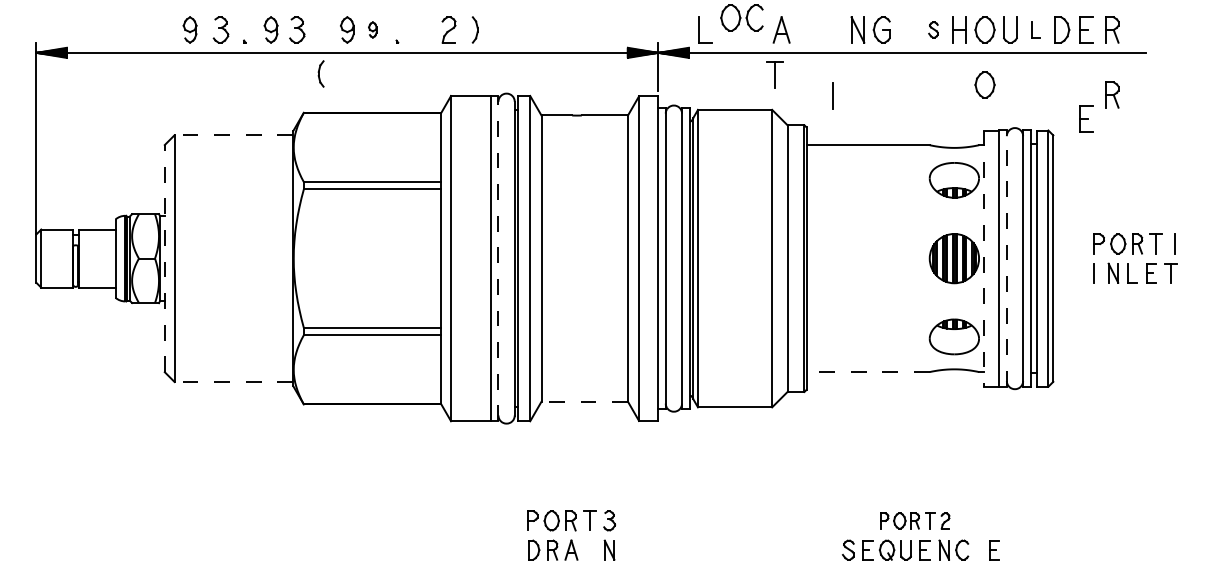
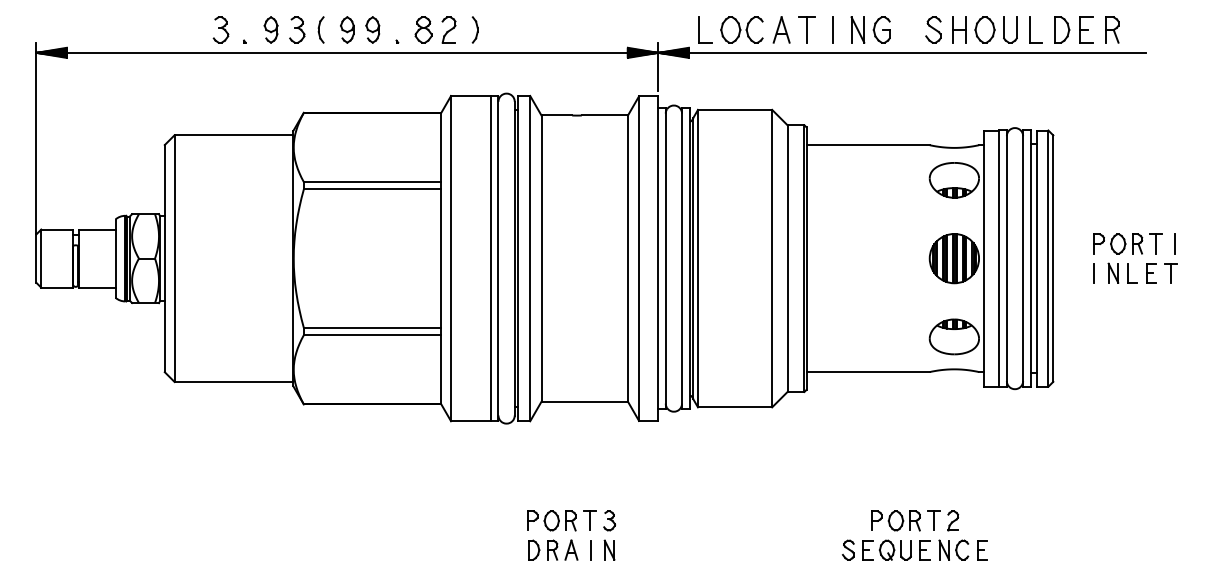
part at (741, 17) position: (741, 17) -> (741, 29)
part at (189, 29): present -> none
part at (372, 29) size: 10x18 px -> 16x28 px
part at (423, 29): none -> present
part at (933, 29) size: 11x18 px -> 17x28 px
part at (1035, 29) size: 10x18 px -> 14x28 px
part at (320, 73) position: (320, 73) -> (320, 29)
part at (774, 74) position: (774, 74) -> (806, 29)
part at (984, 84): present -> none
part at (1112, 94): present -> none
line at (832, 95) position: (832, 95) -> (832, 29)
part at (1086, 118): present -> none
line at (233, 135): dashed -> solid
line at (164, 258): dashed -> solid
line at (498, 258): dashed -> solid
line at (1006, 258): dashed -> solid
line at (984, 259): dashed -> solid
line at (868, 372): dashed -> solid
line at (233, 382): dashed -> solid
line at (584, 401): dashed -> solid
part at (915, 520) size: 71x18 px -> 88x22 px
line at (590, 550): none -> present
part at (994, 550) position: (994, 550) -> (982, 550)
